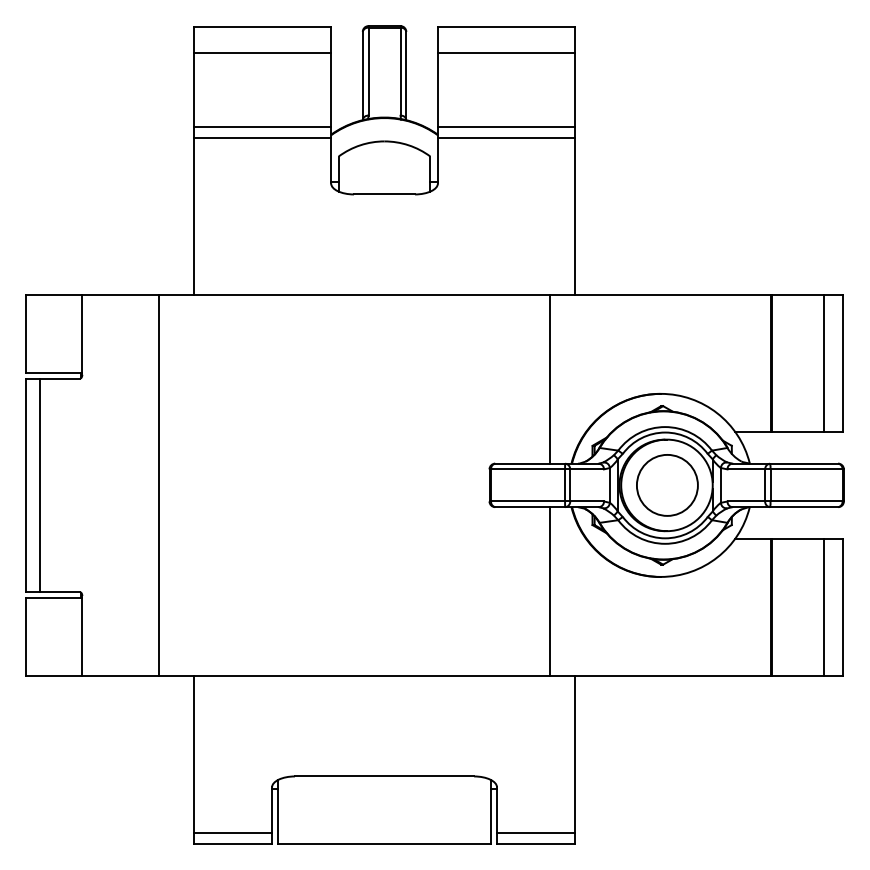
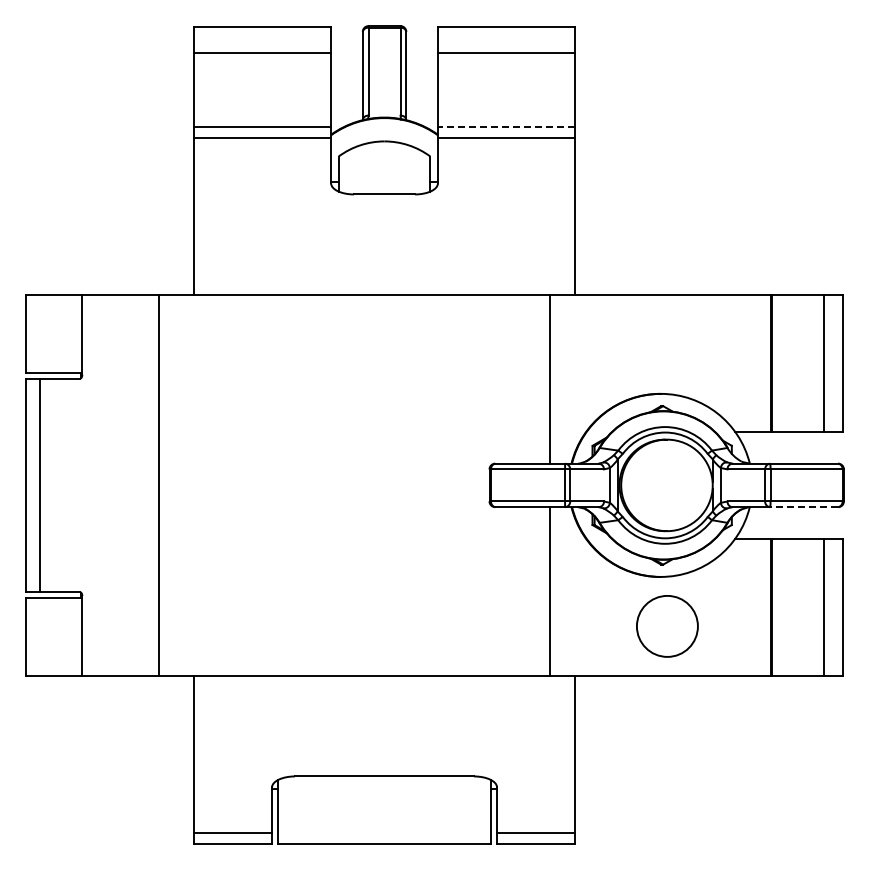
line at (506, 126): solid -> dashed
circle at (667, 485) position: (667, 485) -> (667, 626)
line at (803, 507): solid -> dashed
